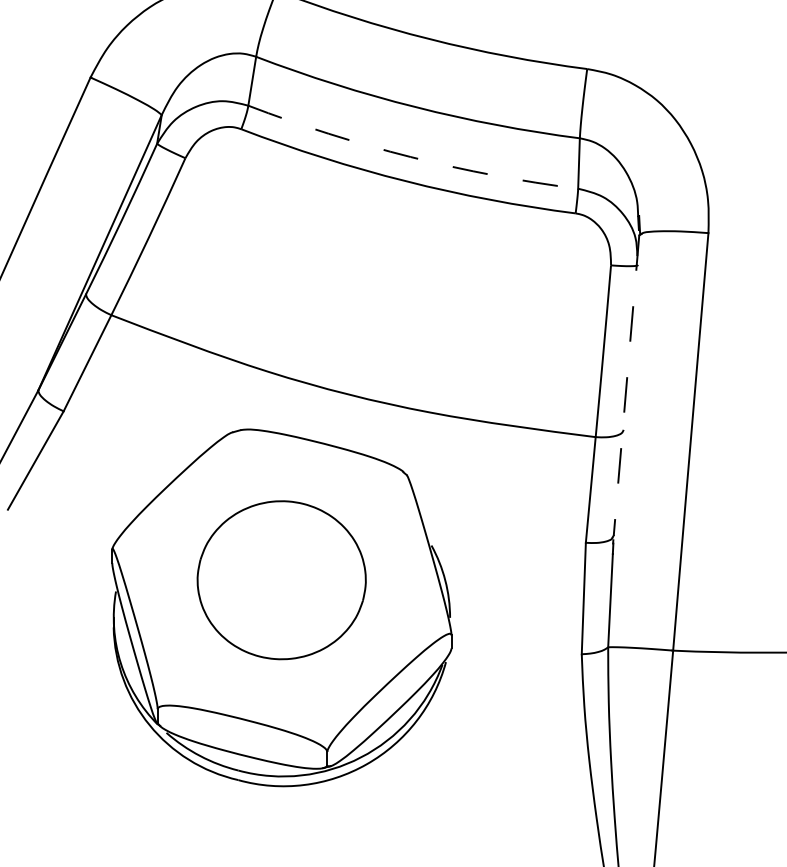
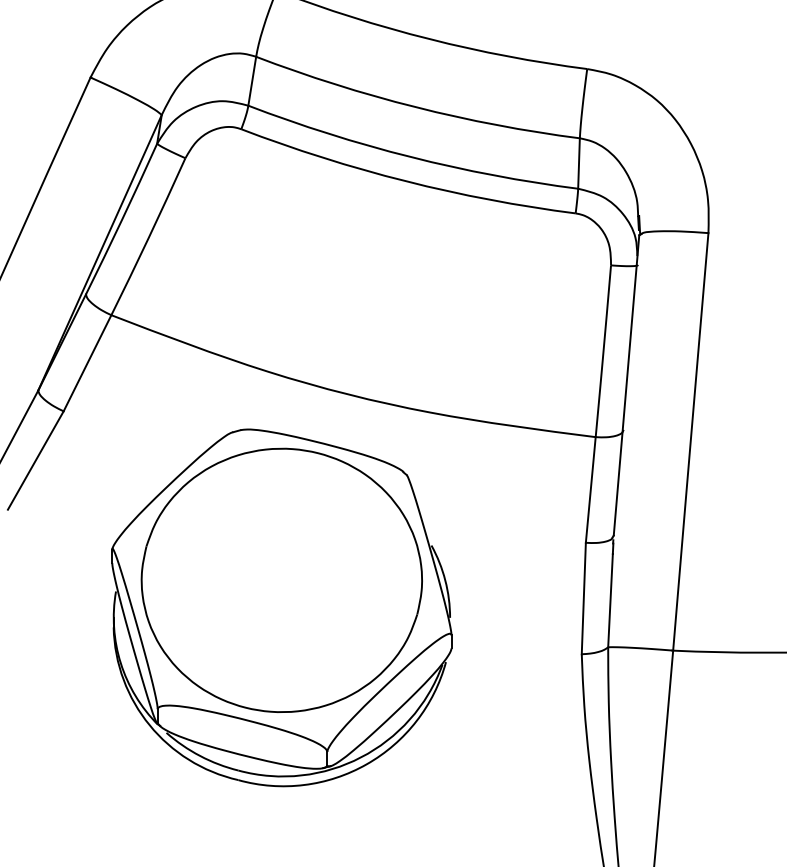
arc at (410, 157): dashed -> solid
line at (626, 385): dashed -> solid
part at (281, 580) size: 171x161 px -> 283x266 px
